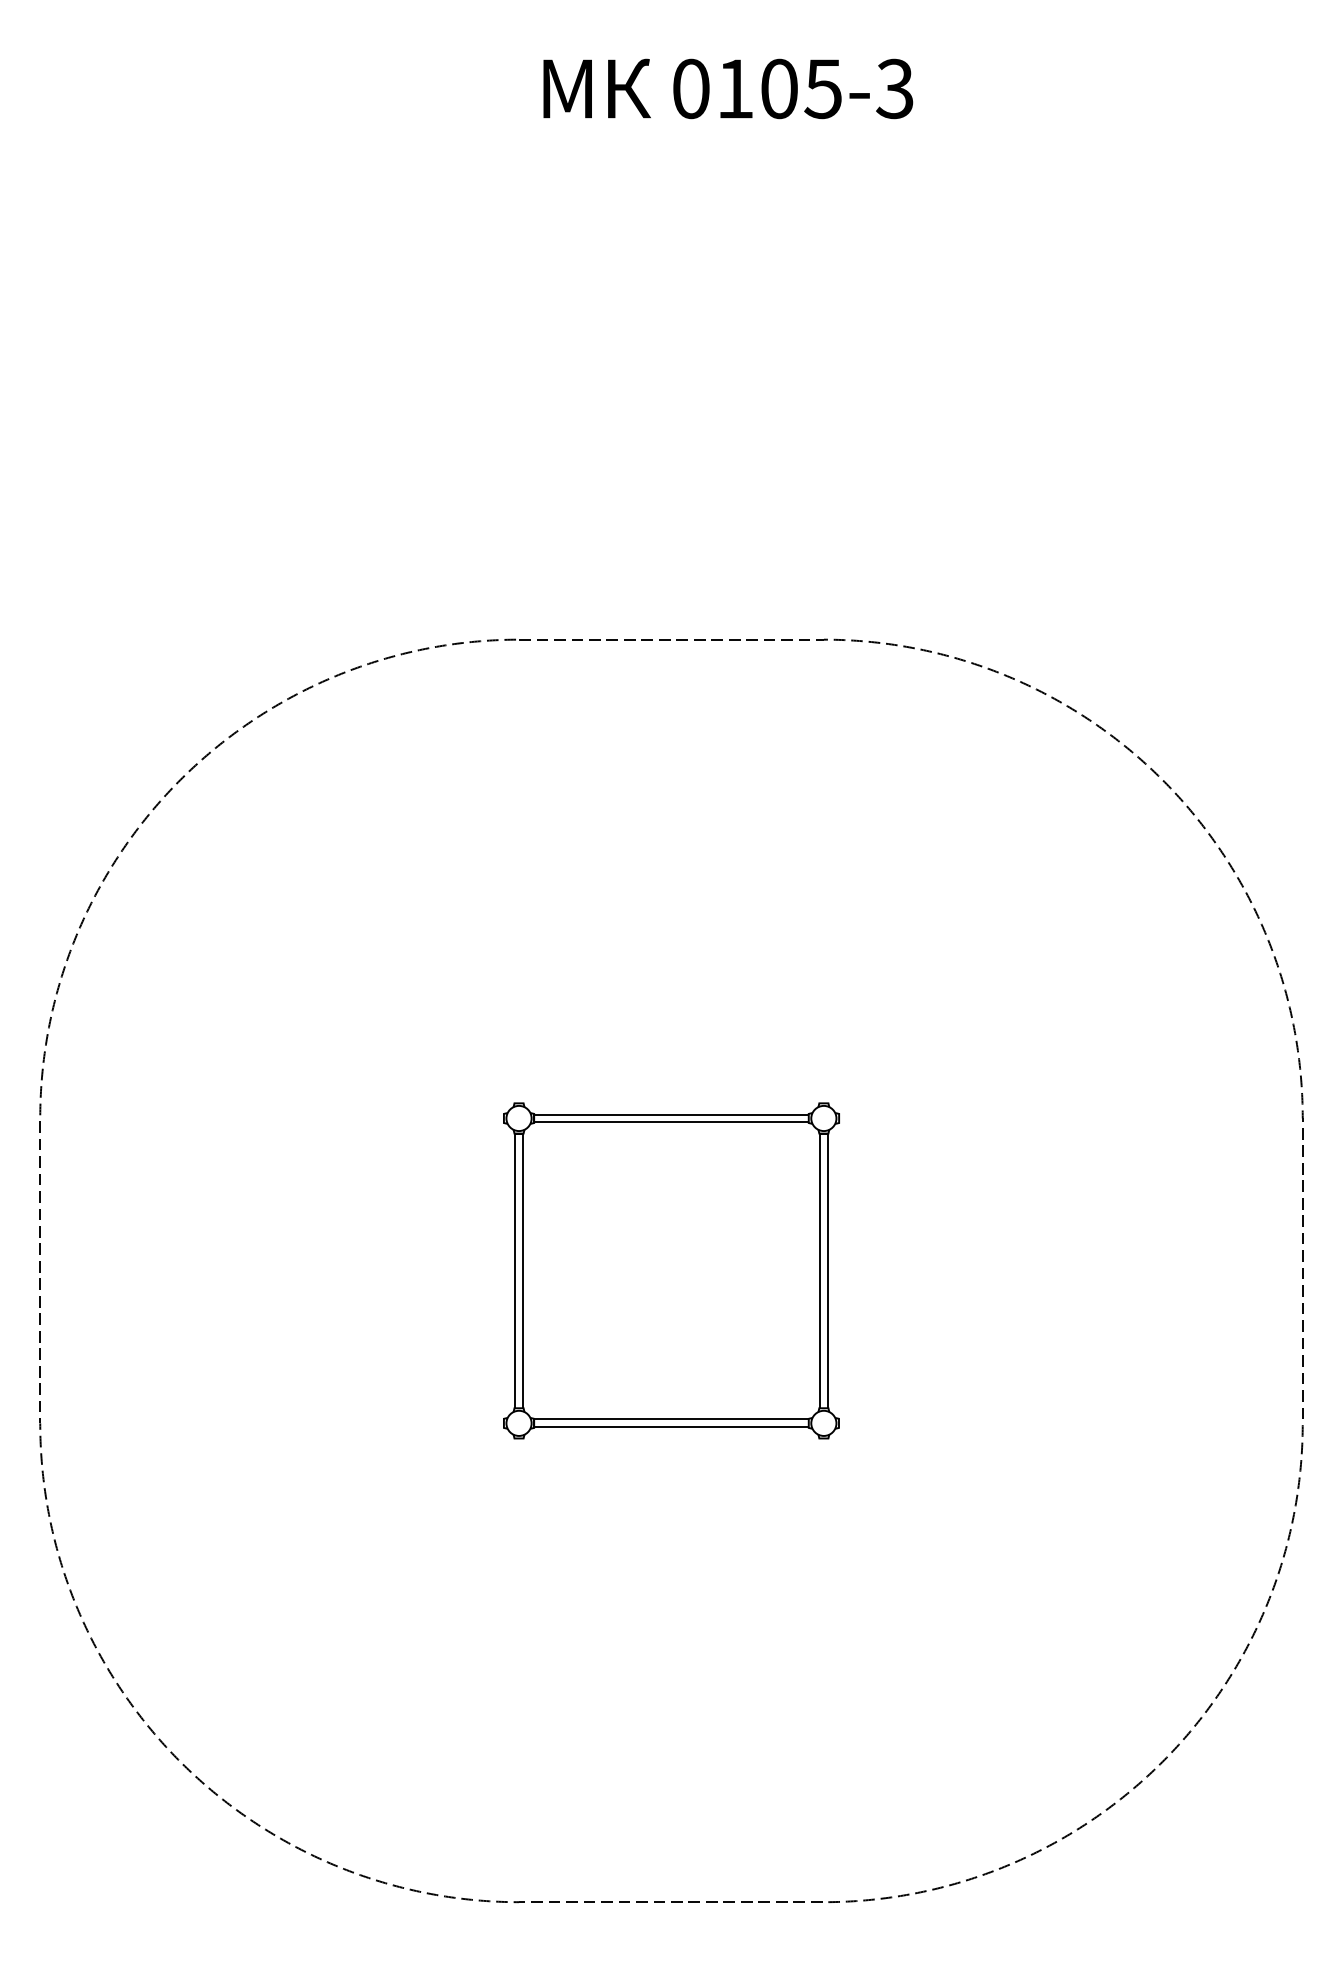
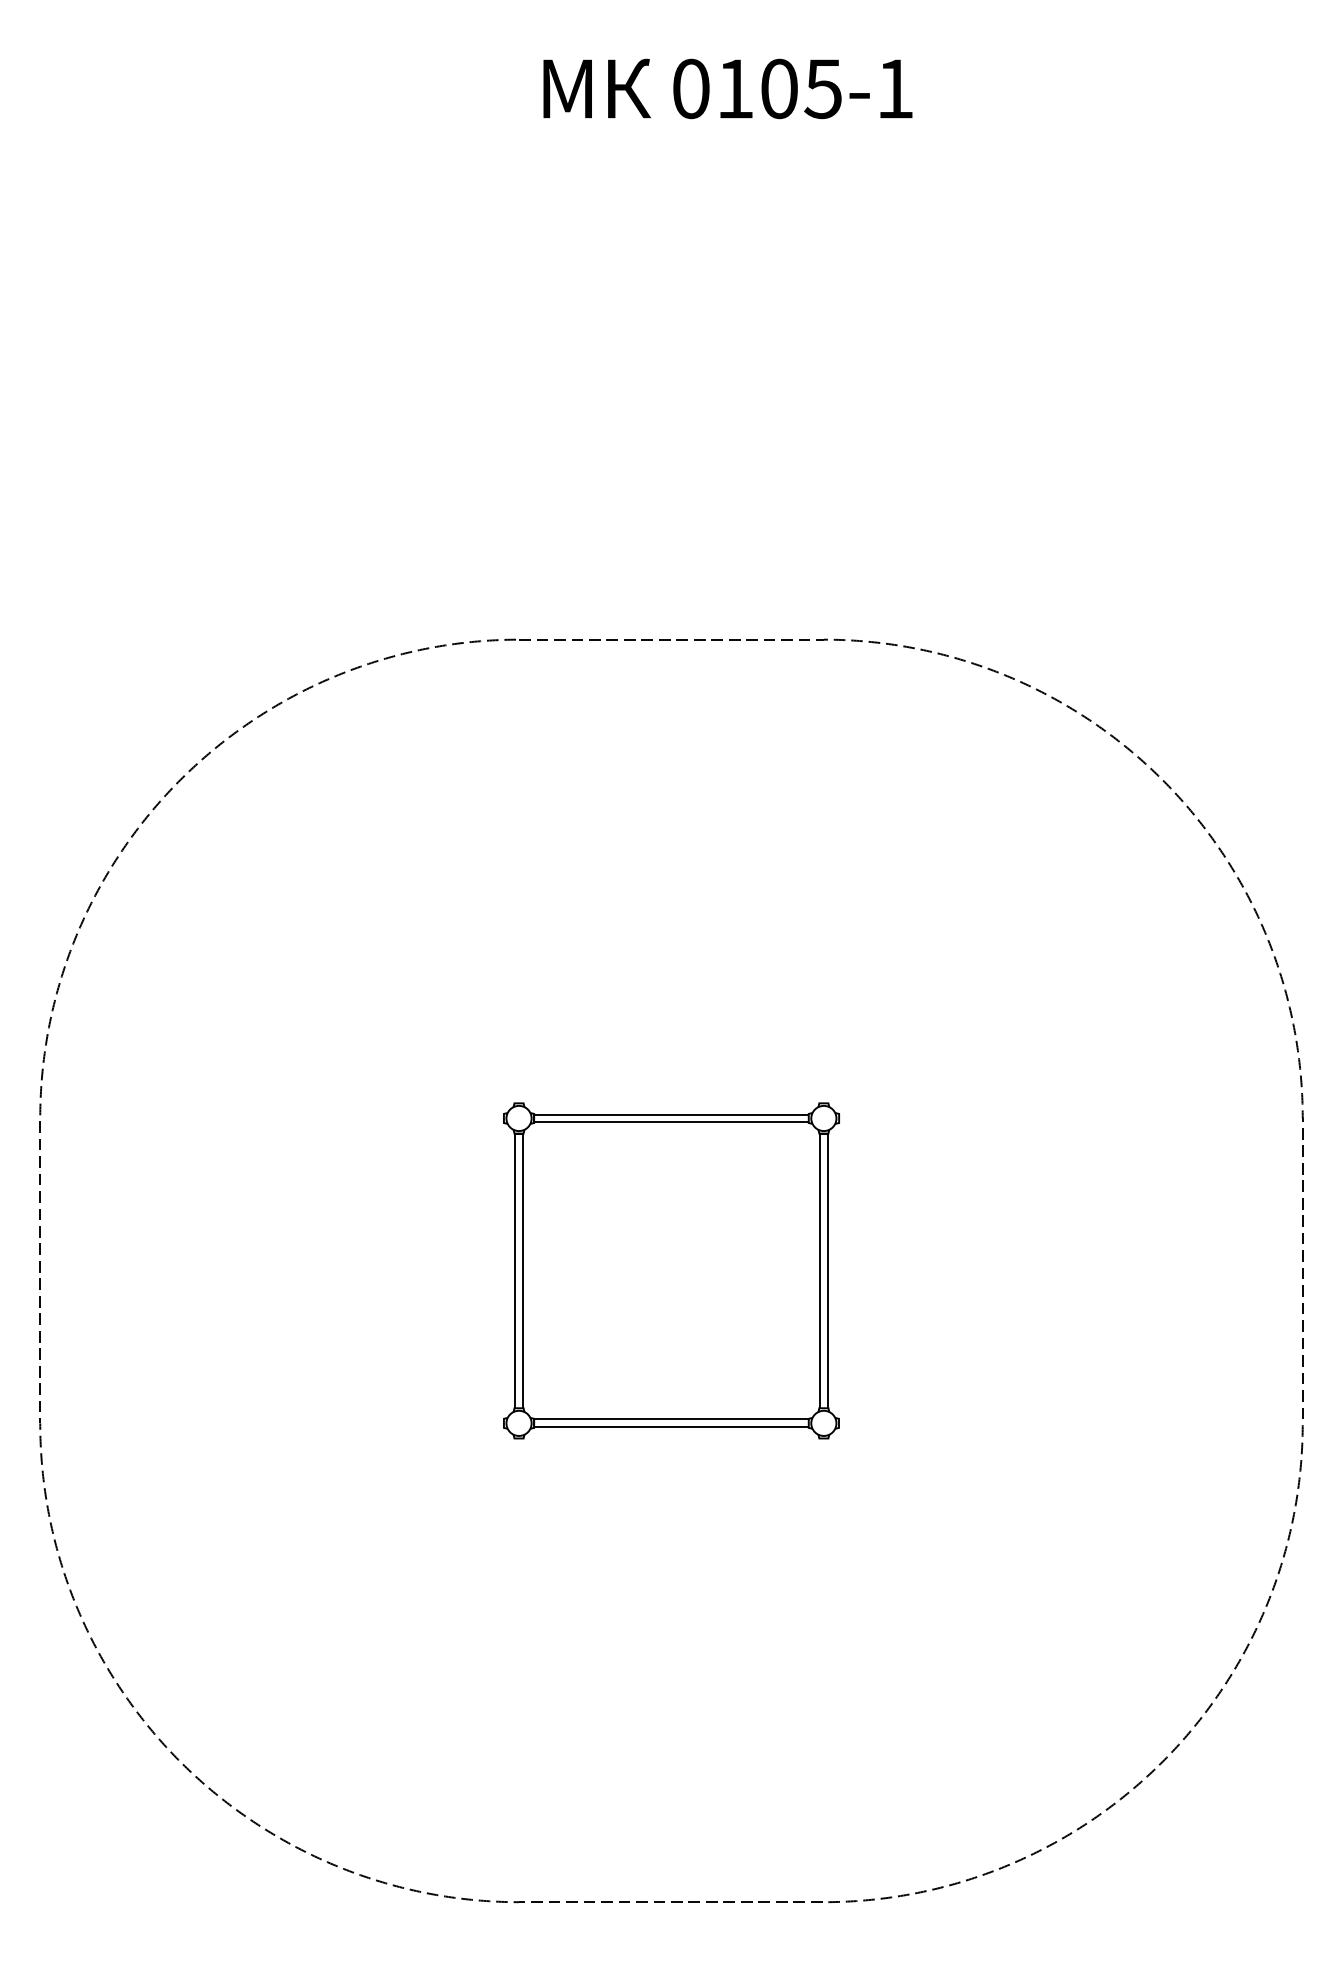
text at (894, 88): 0105-3 -> 0105-1
